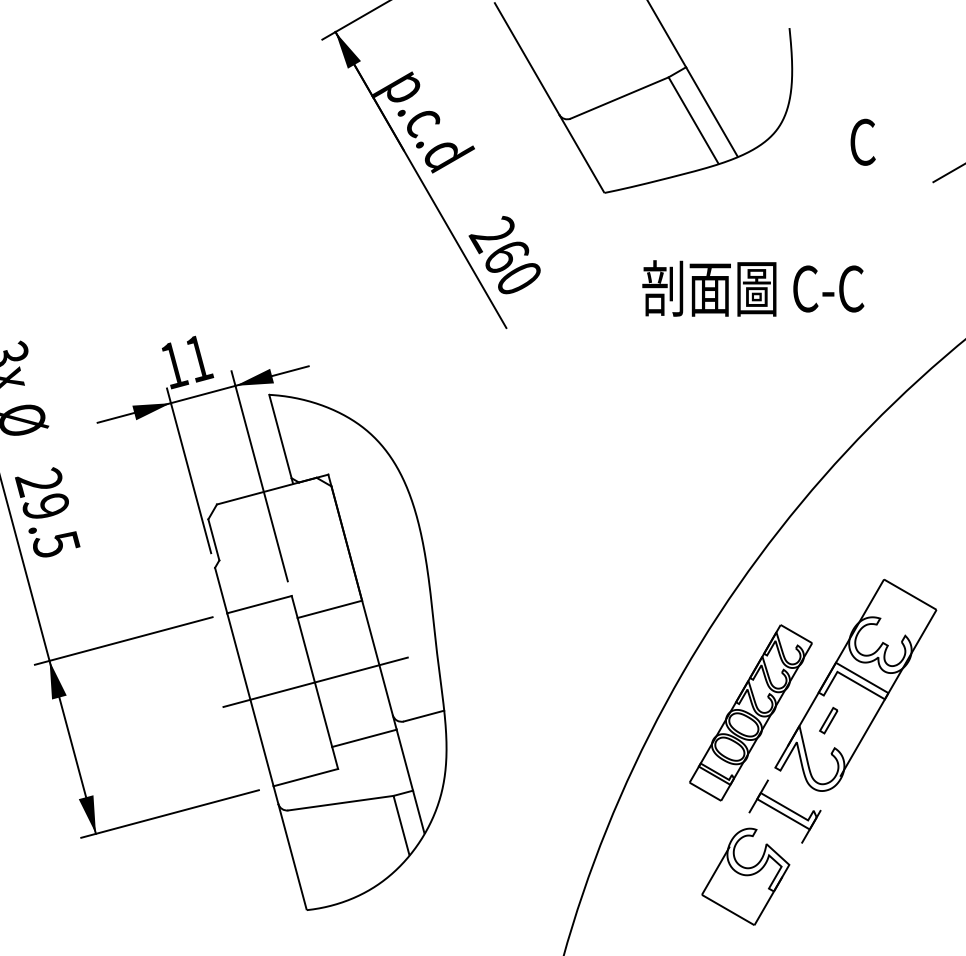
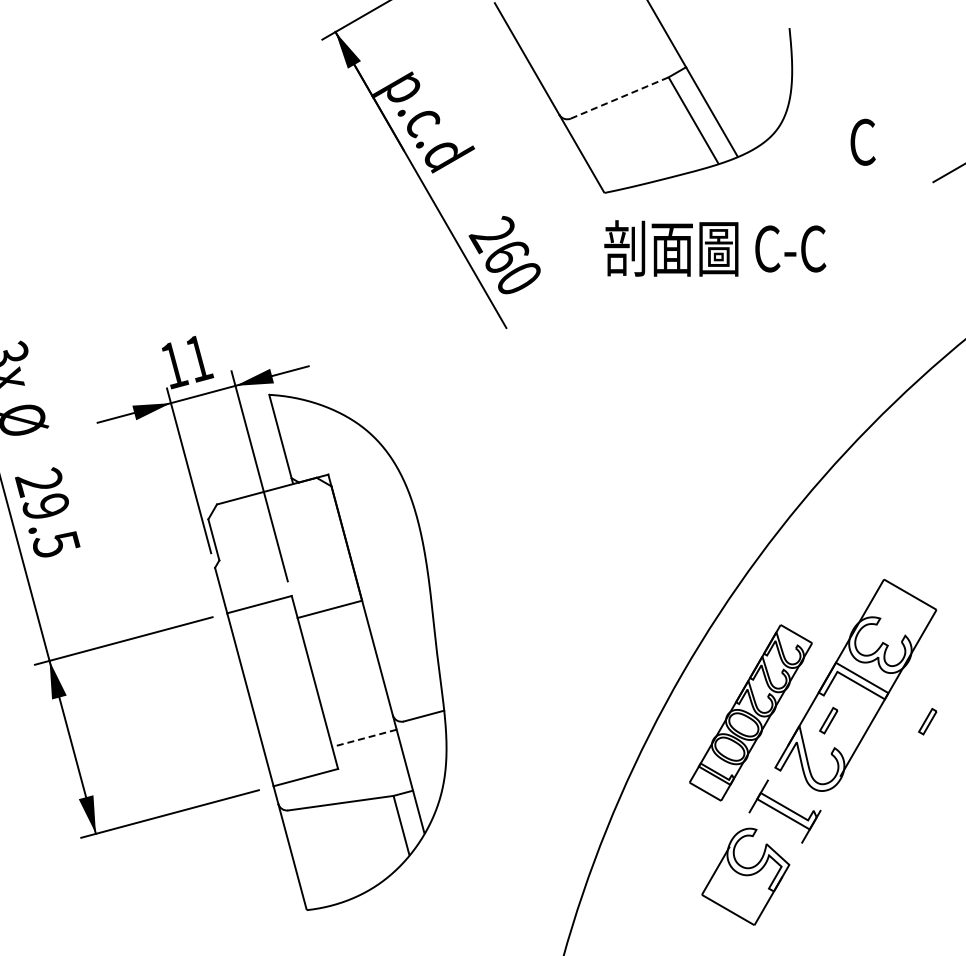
line at (620, 97): solid -> dashed
text at (753, 288) position: (753, 288) -> (715, 248)
line at (307, 684): present -> none
part at (927, 721): none -> present
line at (363, 738): solid -> dashed
